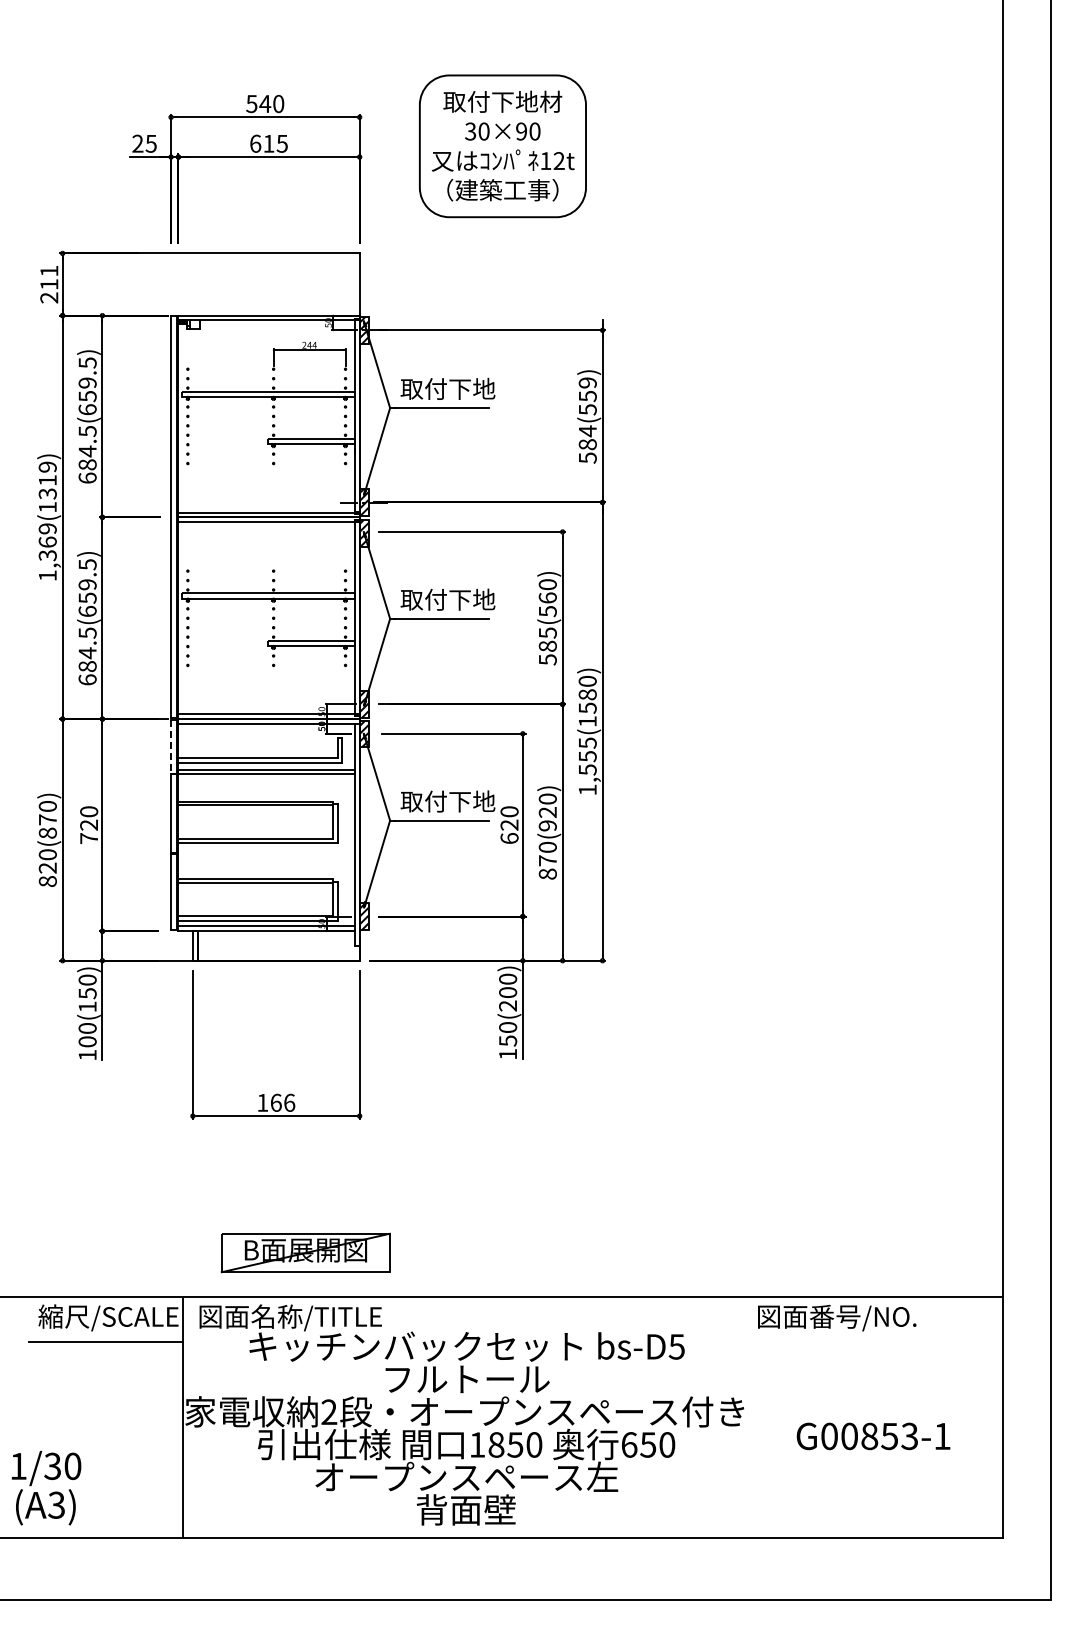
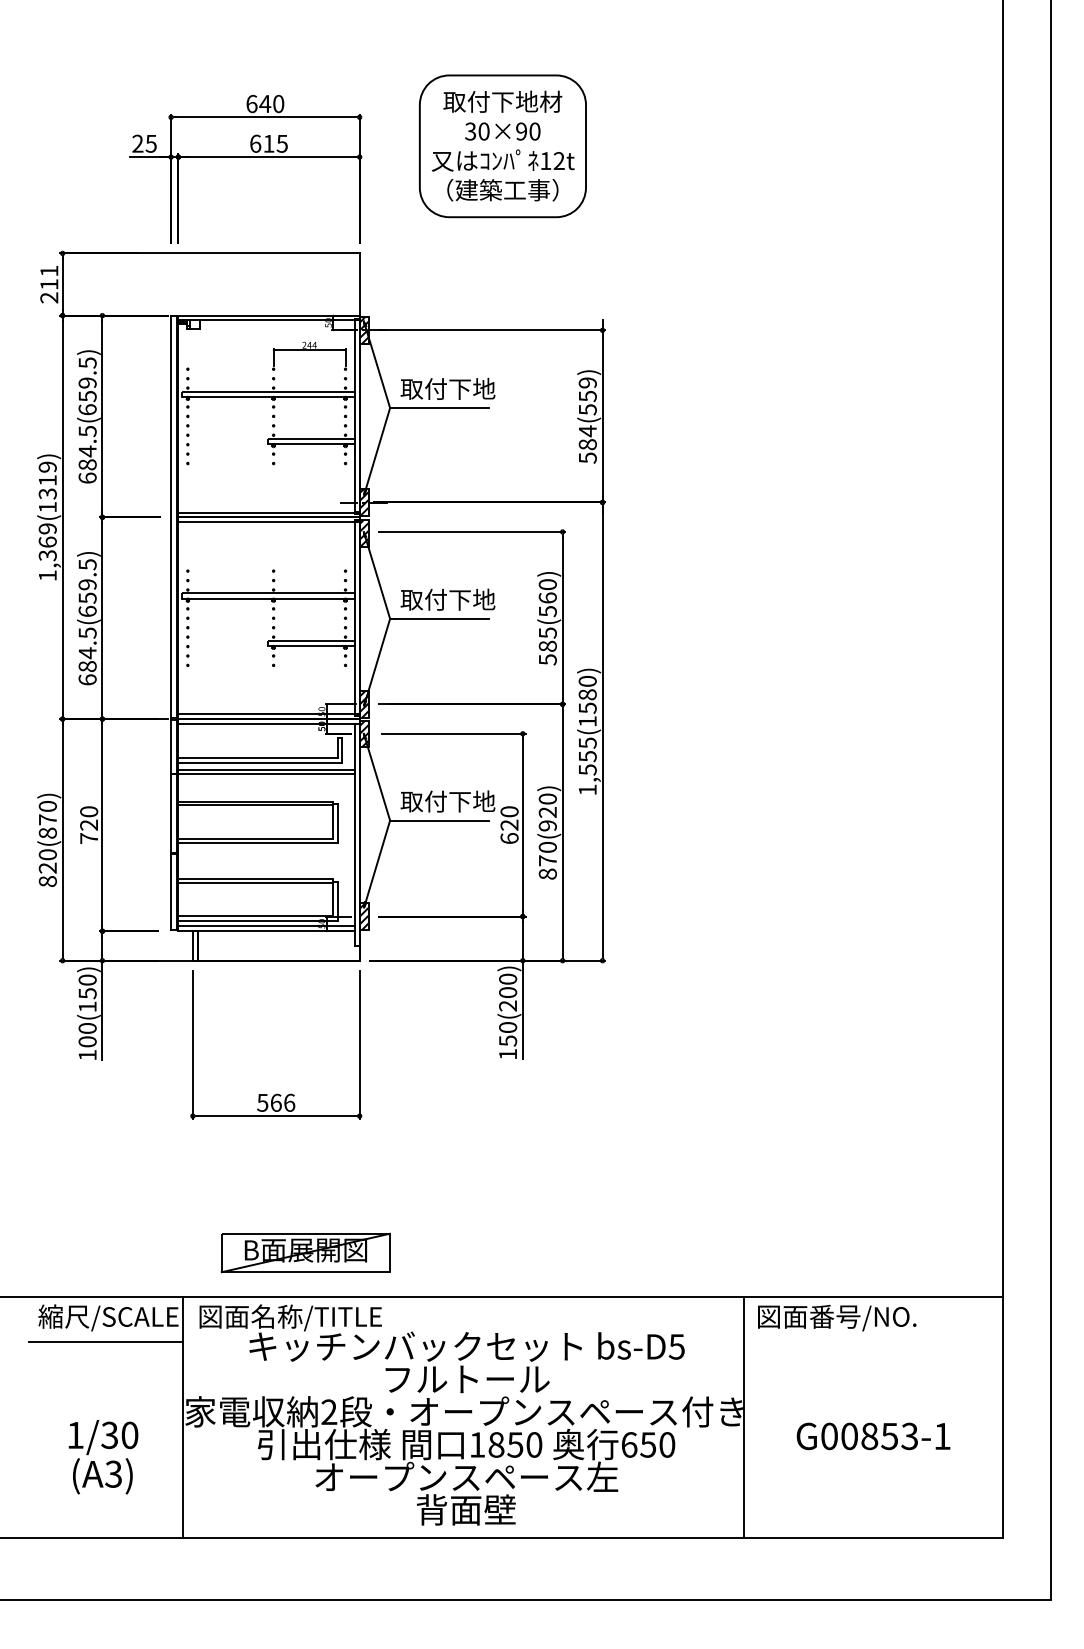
text at (251, 103): 540 -> 640
line at (171, 746): dashed -> solid
text at (262, 1102): 166 -> 566
line at (743, 1416): none -> present
text at (46, 1488) position: (46, 1488) -> (103, 1457)
